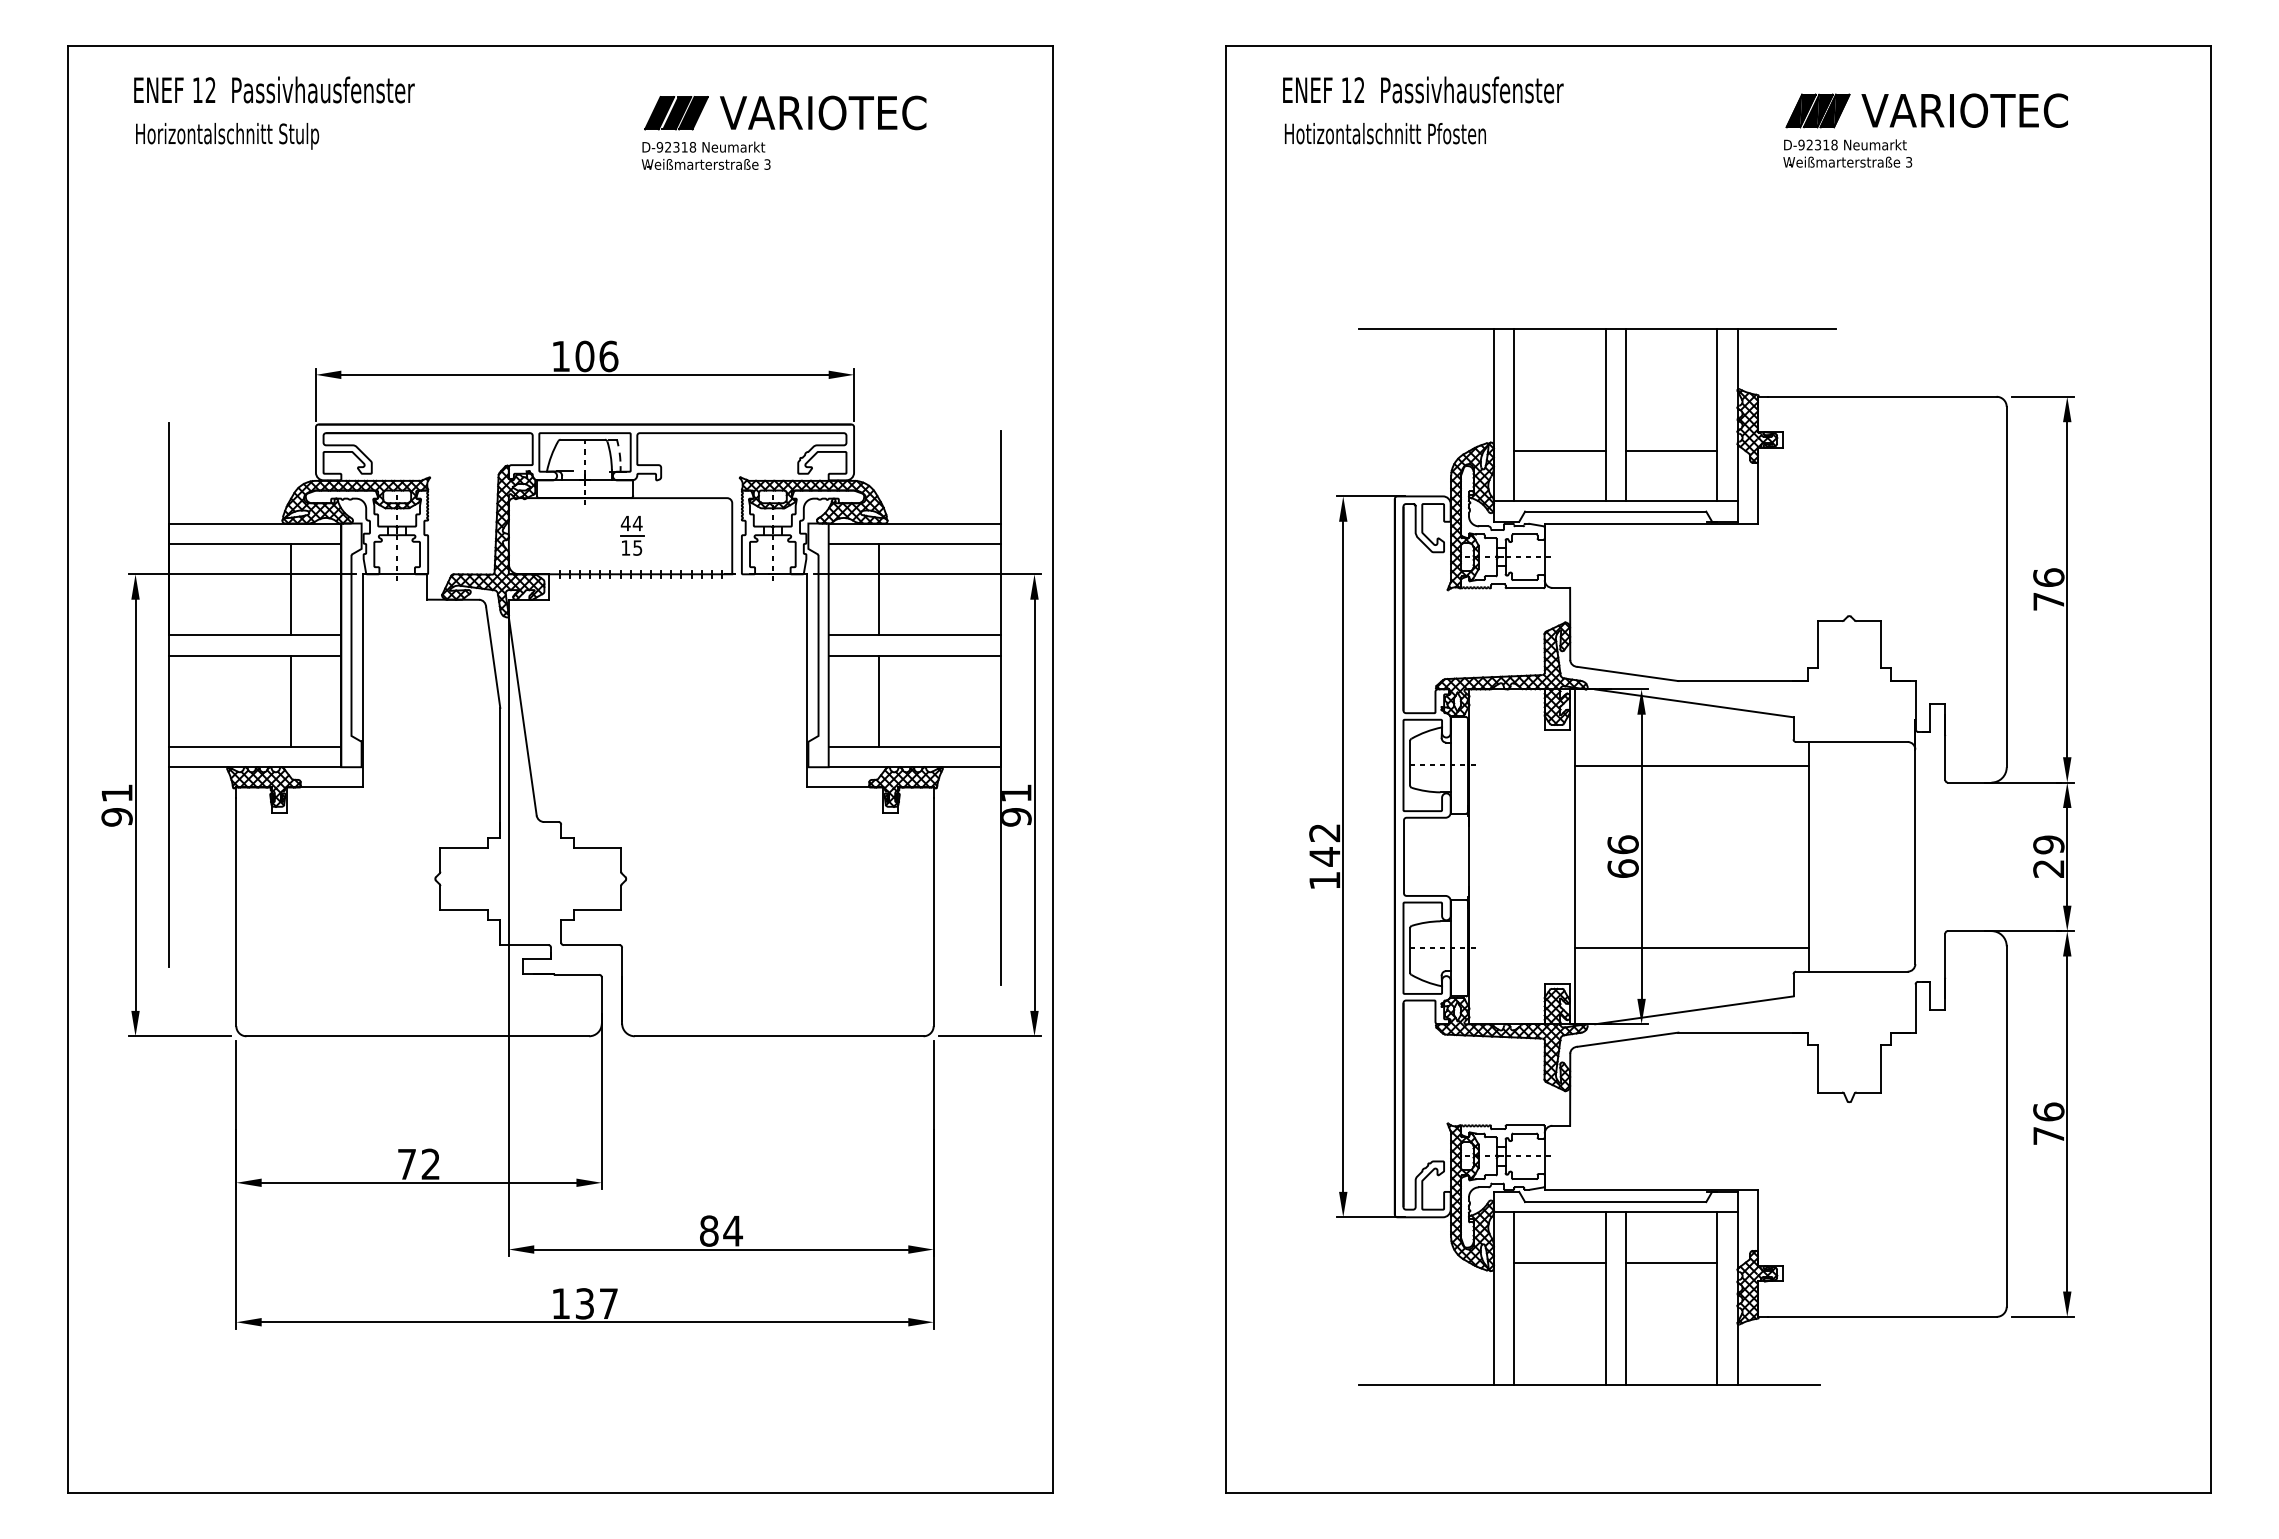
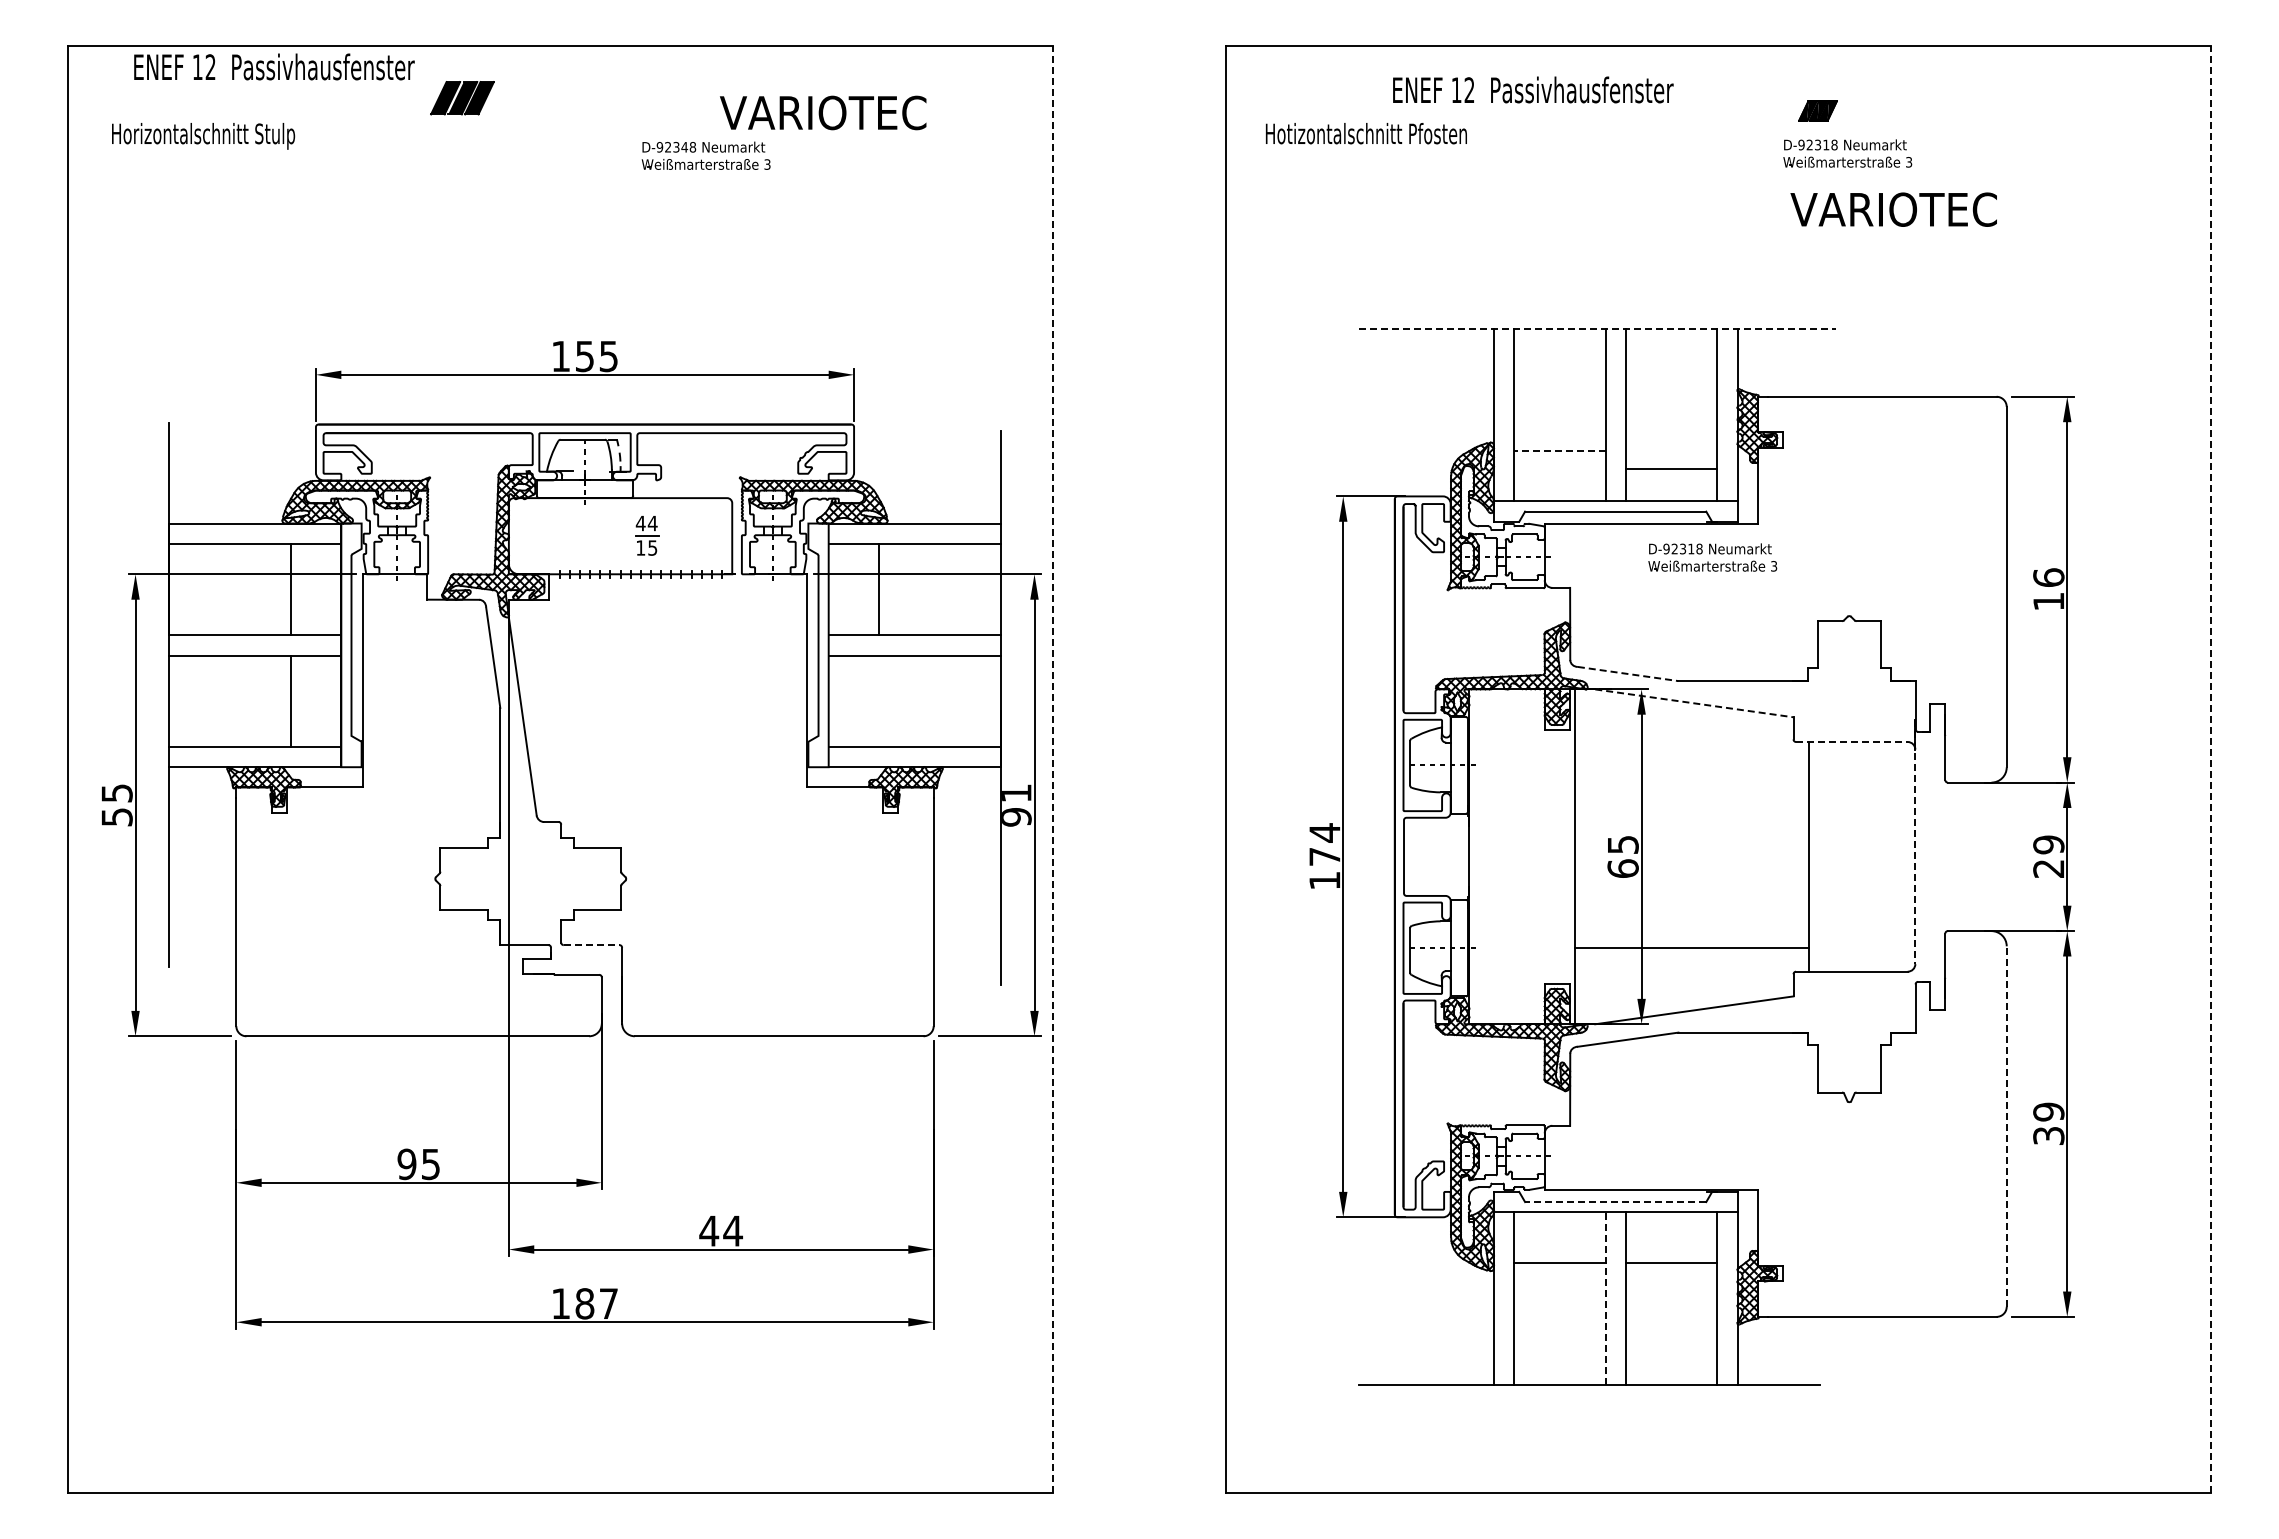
text at (274, 89) position: (274, 89) -> (274, 66)
text at (1423, 89) position: (1423, 89) -> (1533, 89)
part at (1817, 110) size: 66x36 px -> 40x22 px
text at (1964, 110) position: (1964, 110) -> (1893, 209)
part at (676, 113) position: (676, 113) -> (462, 98)
text at (1385, 133) position: (1385, 133) -> (1366, 133)
text at (227, 136) position: (227, 136) -> (203, 136)
text at (684, 147): D-92318 -> D-92348
line at (1597, 328): solid -> dashed
text at (596, 356): 106 -> 155
line at (1559, 450): solid -> dashed
line at (1671, 450) position: (1671, 450) -> (1671, 468)
part at (632, 535) position: (632, 535) -> (647, 535)
part at (1712, 557): none -> present
text at (2048, 601): 76 -> 16
line at (1628, 674): solid -> dashed
line at (879, 700): present -> none
line at (1694, 703): solid -> dashed
line at (1851, 742): solid -> dashed
line at (1691, 765): present -> none
line at (1053, 769): solid -> dashed
line at (2210, 769): solid -> dashed
text at (116, 805): 91 -> 55
line at (1915, 842): solid -> dashed
text at (1324, 844): 142 -> 174
text at (1622, 844): 66 -> 65
line at (591, 945): solid -> dashed
text at (2048, 1123): 76 -> 39
line at (2006, 1126): solid -> dashed
text at (418, 1164): 72 -> 95
line at (1615, 1202): solid -> dashed
text at (709, 1230): 84 -> 44
line at (1605, 1298): solid -> dashed
text at (584, 1303): 137 -> 187
